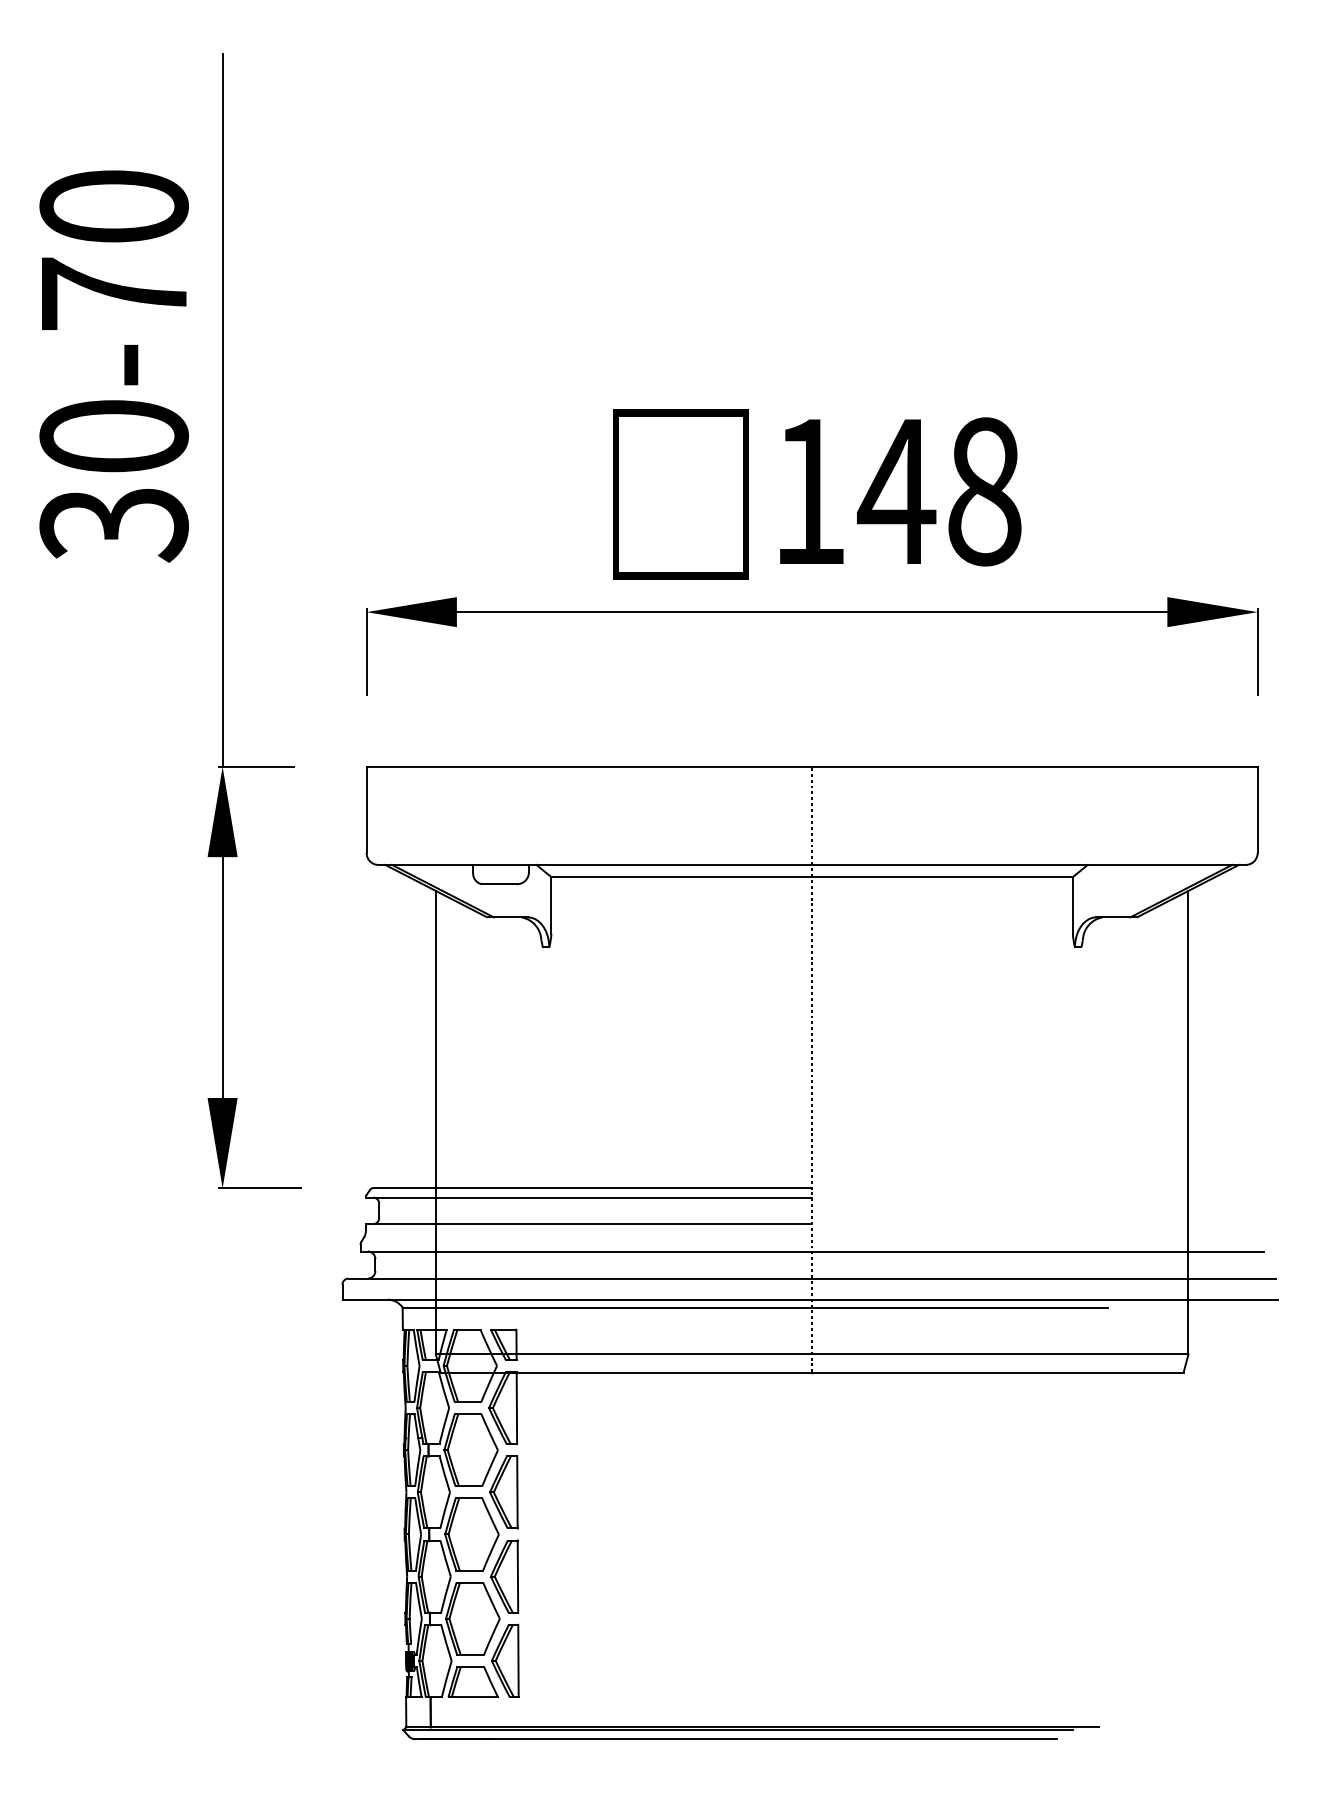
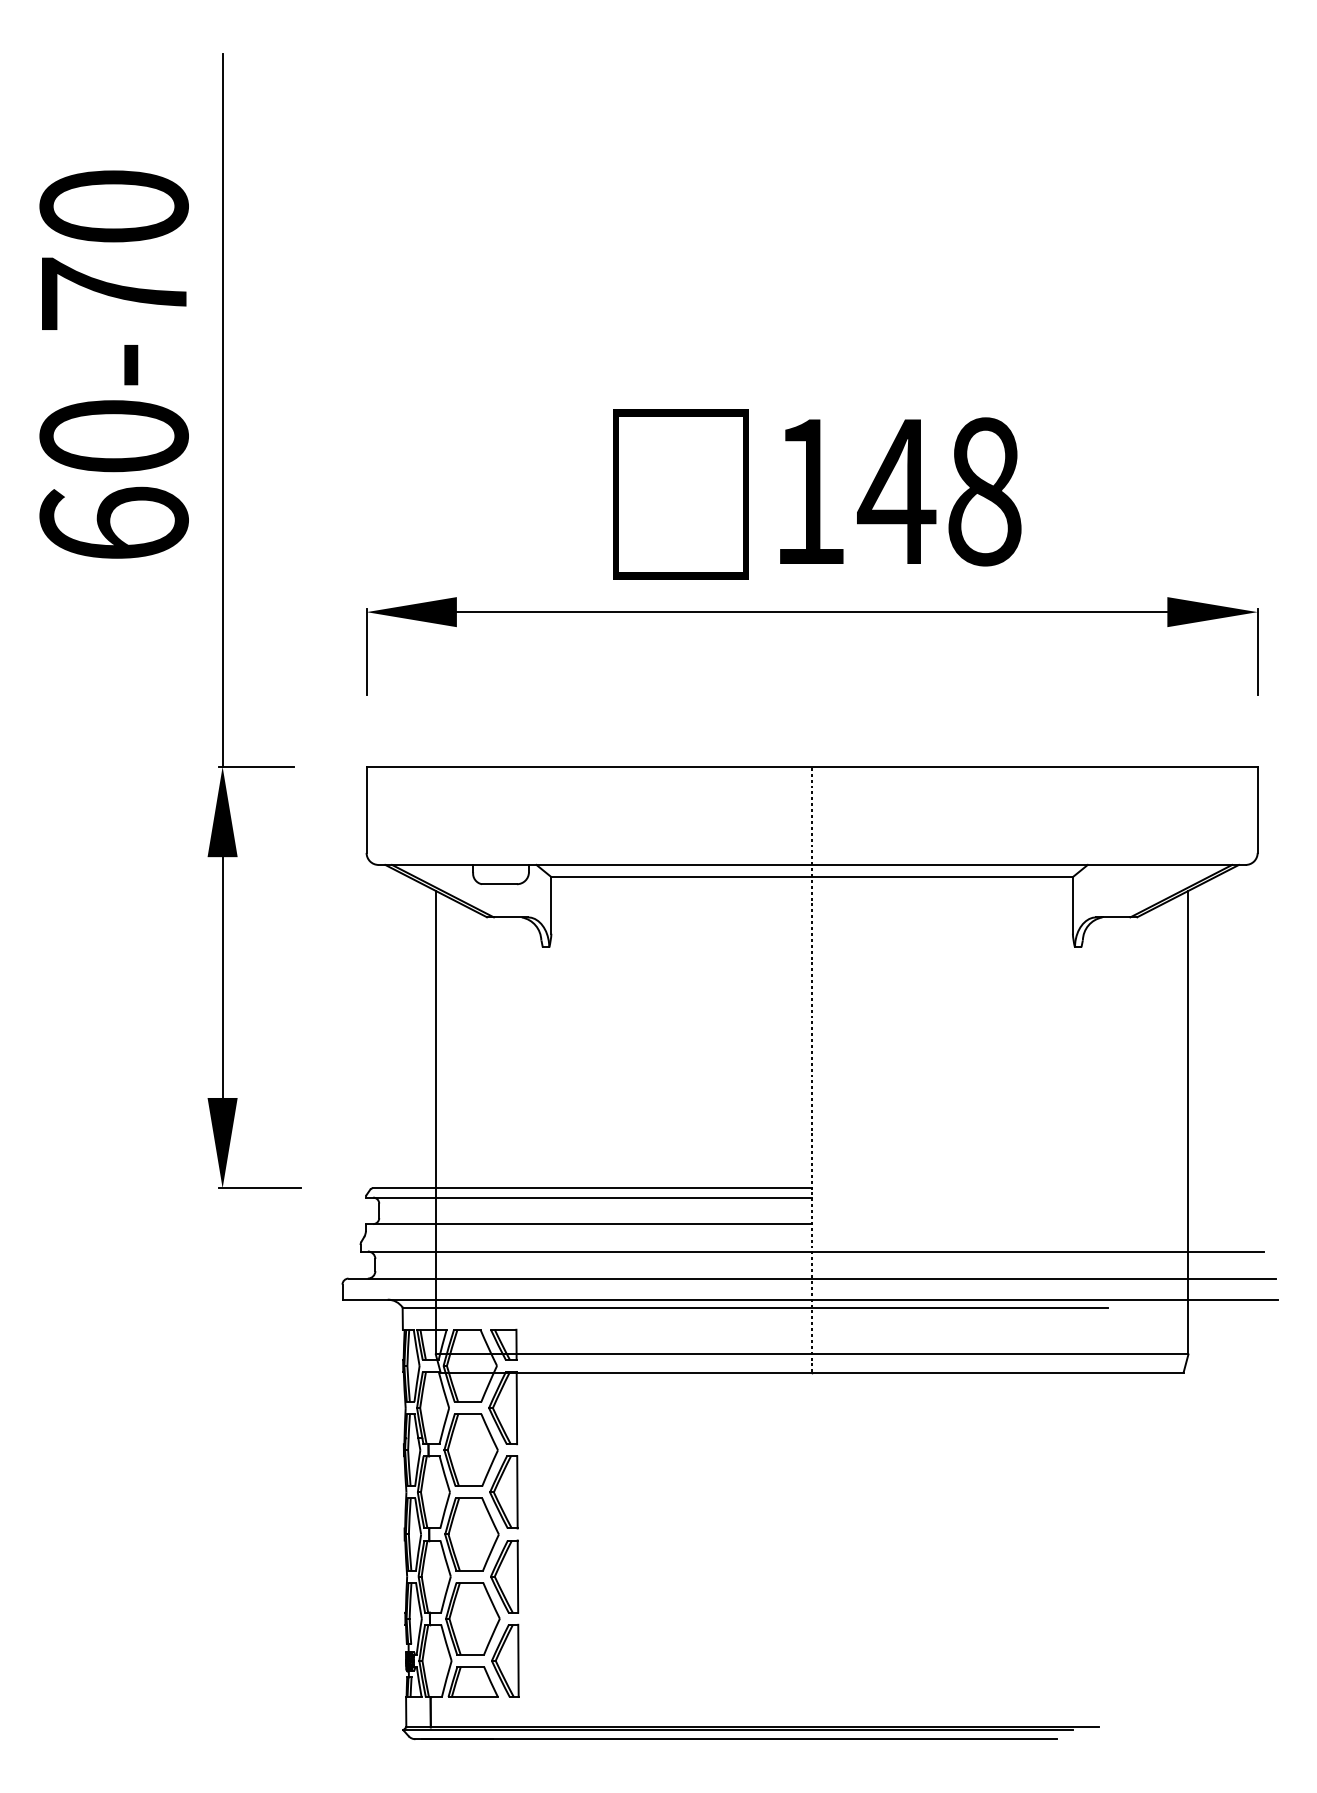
text at (113, 524): 30-70 -> 60-70
